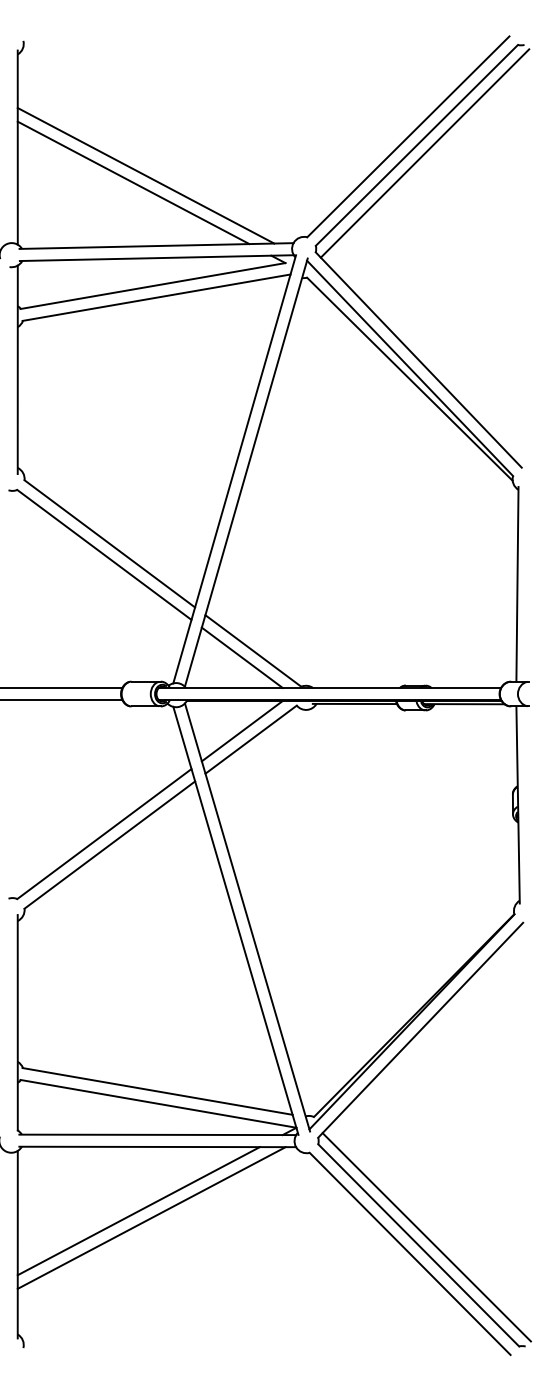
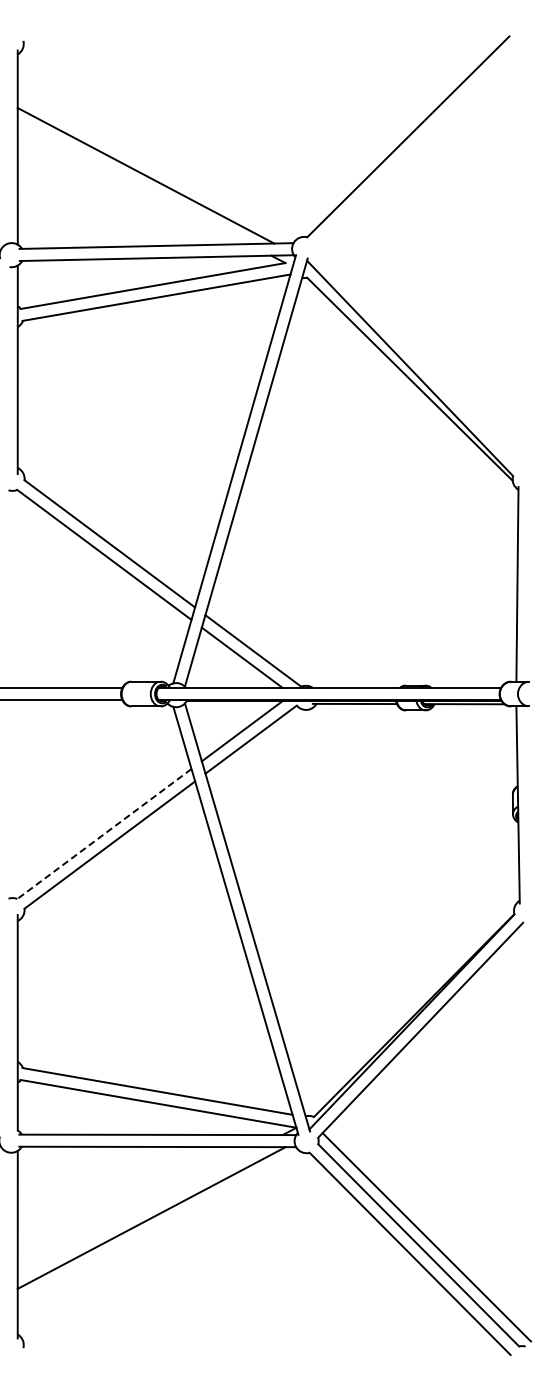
line at (133, 182): present -> none
part at (373, 206): present -> none
line at (104, 834): solid -> dashed
line at (138, 1211): present -> none
